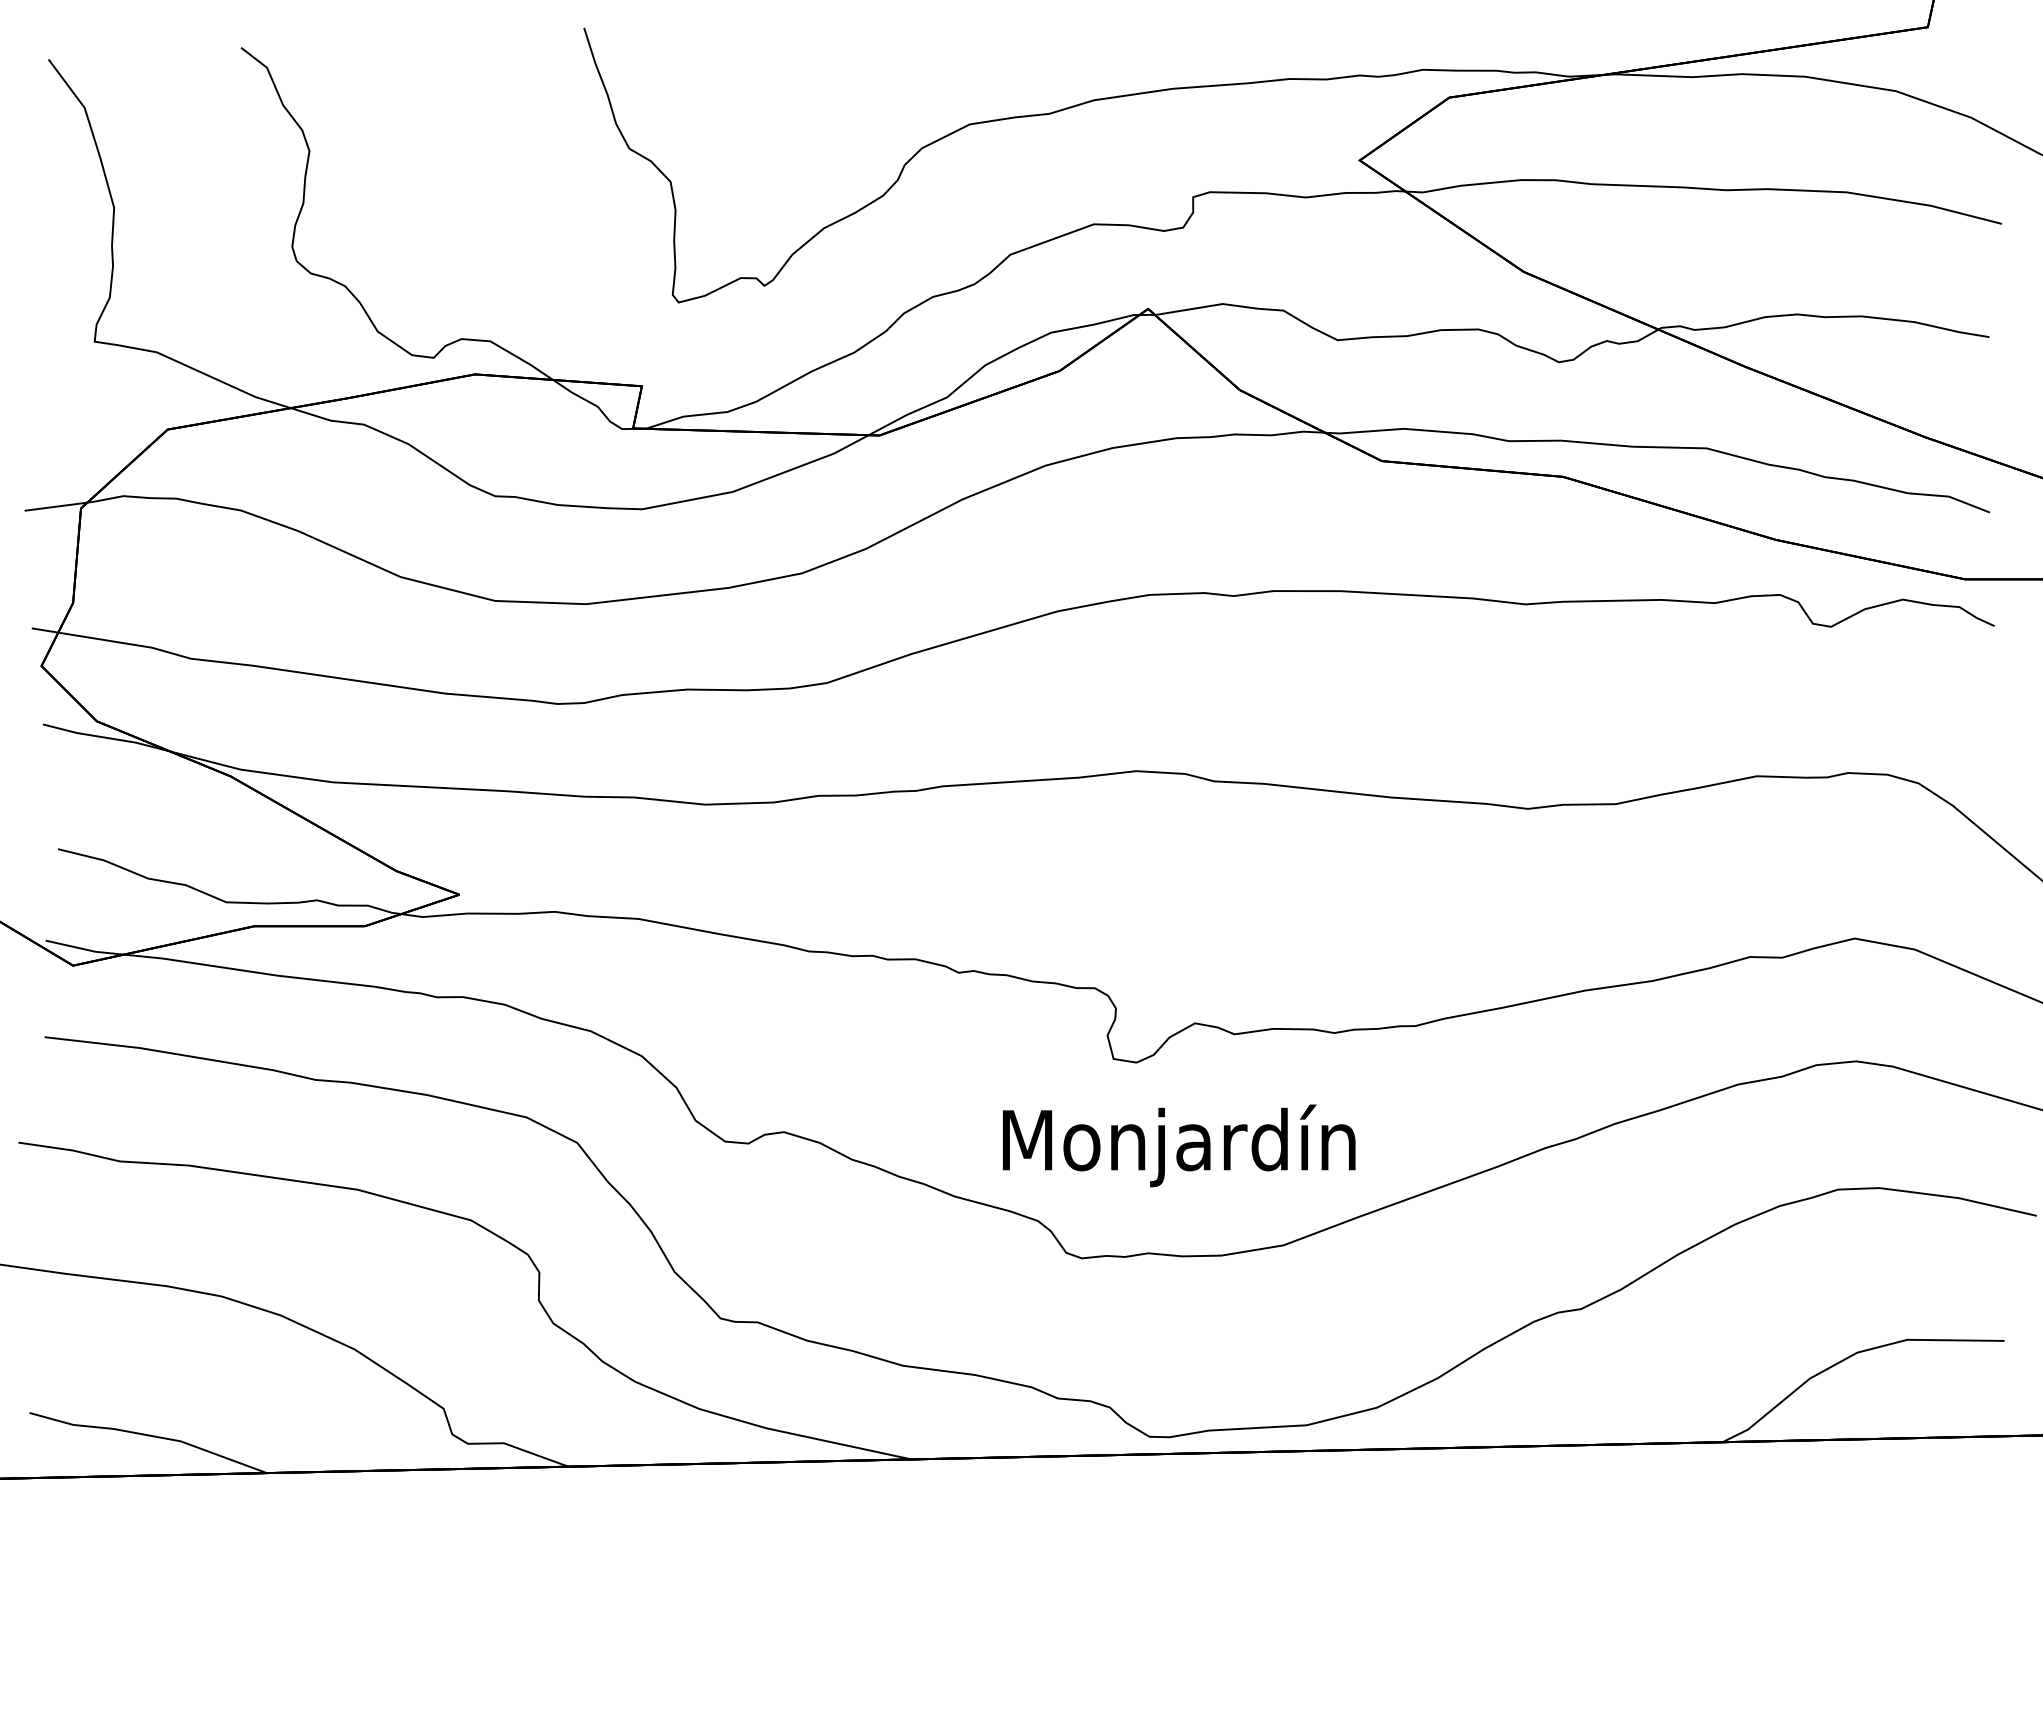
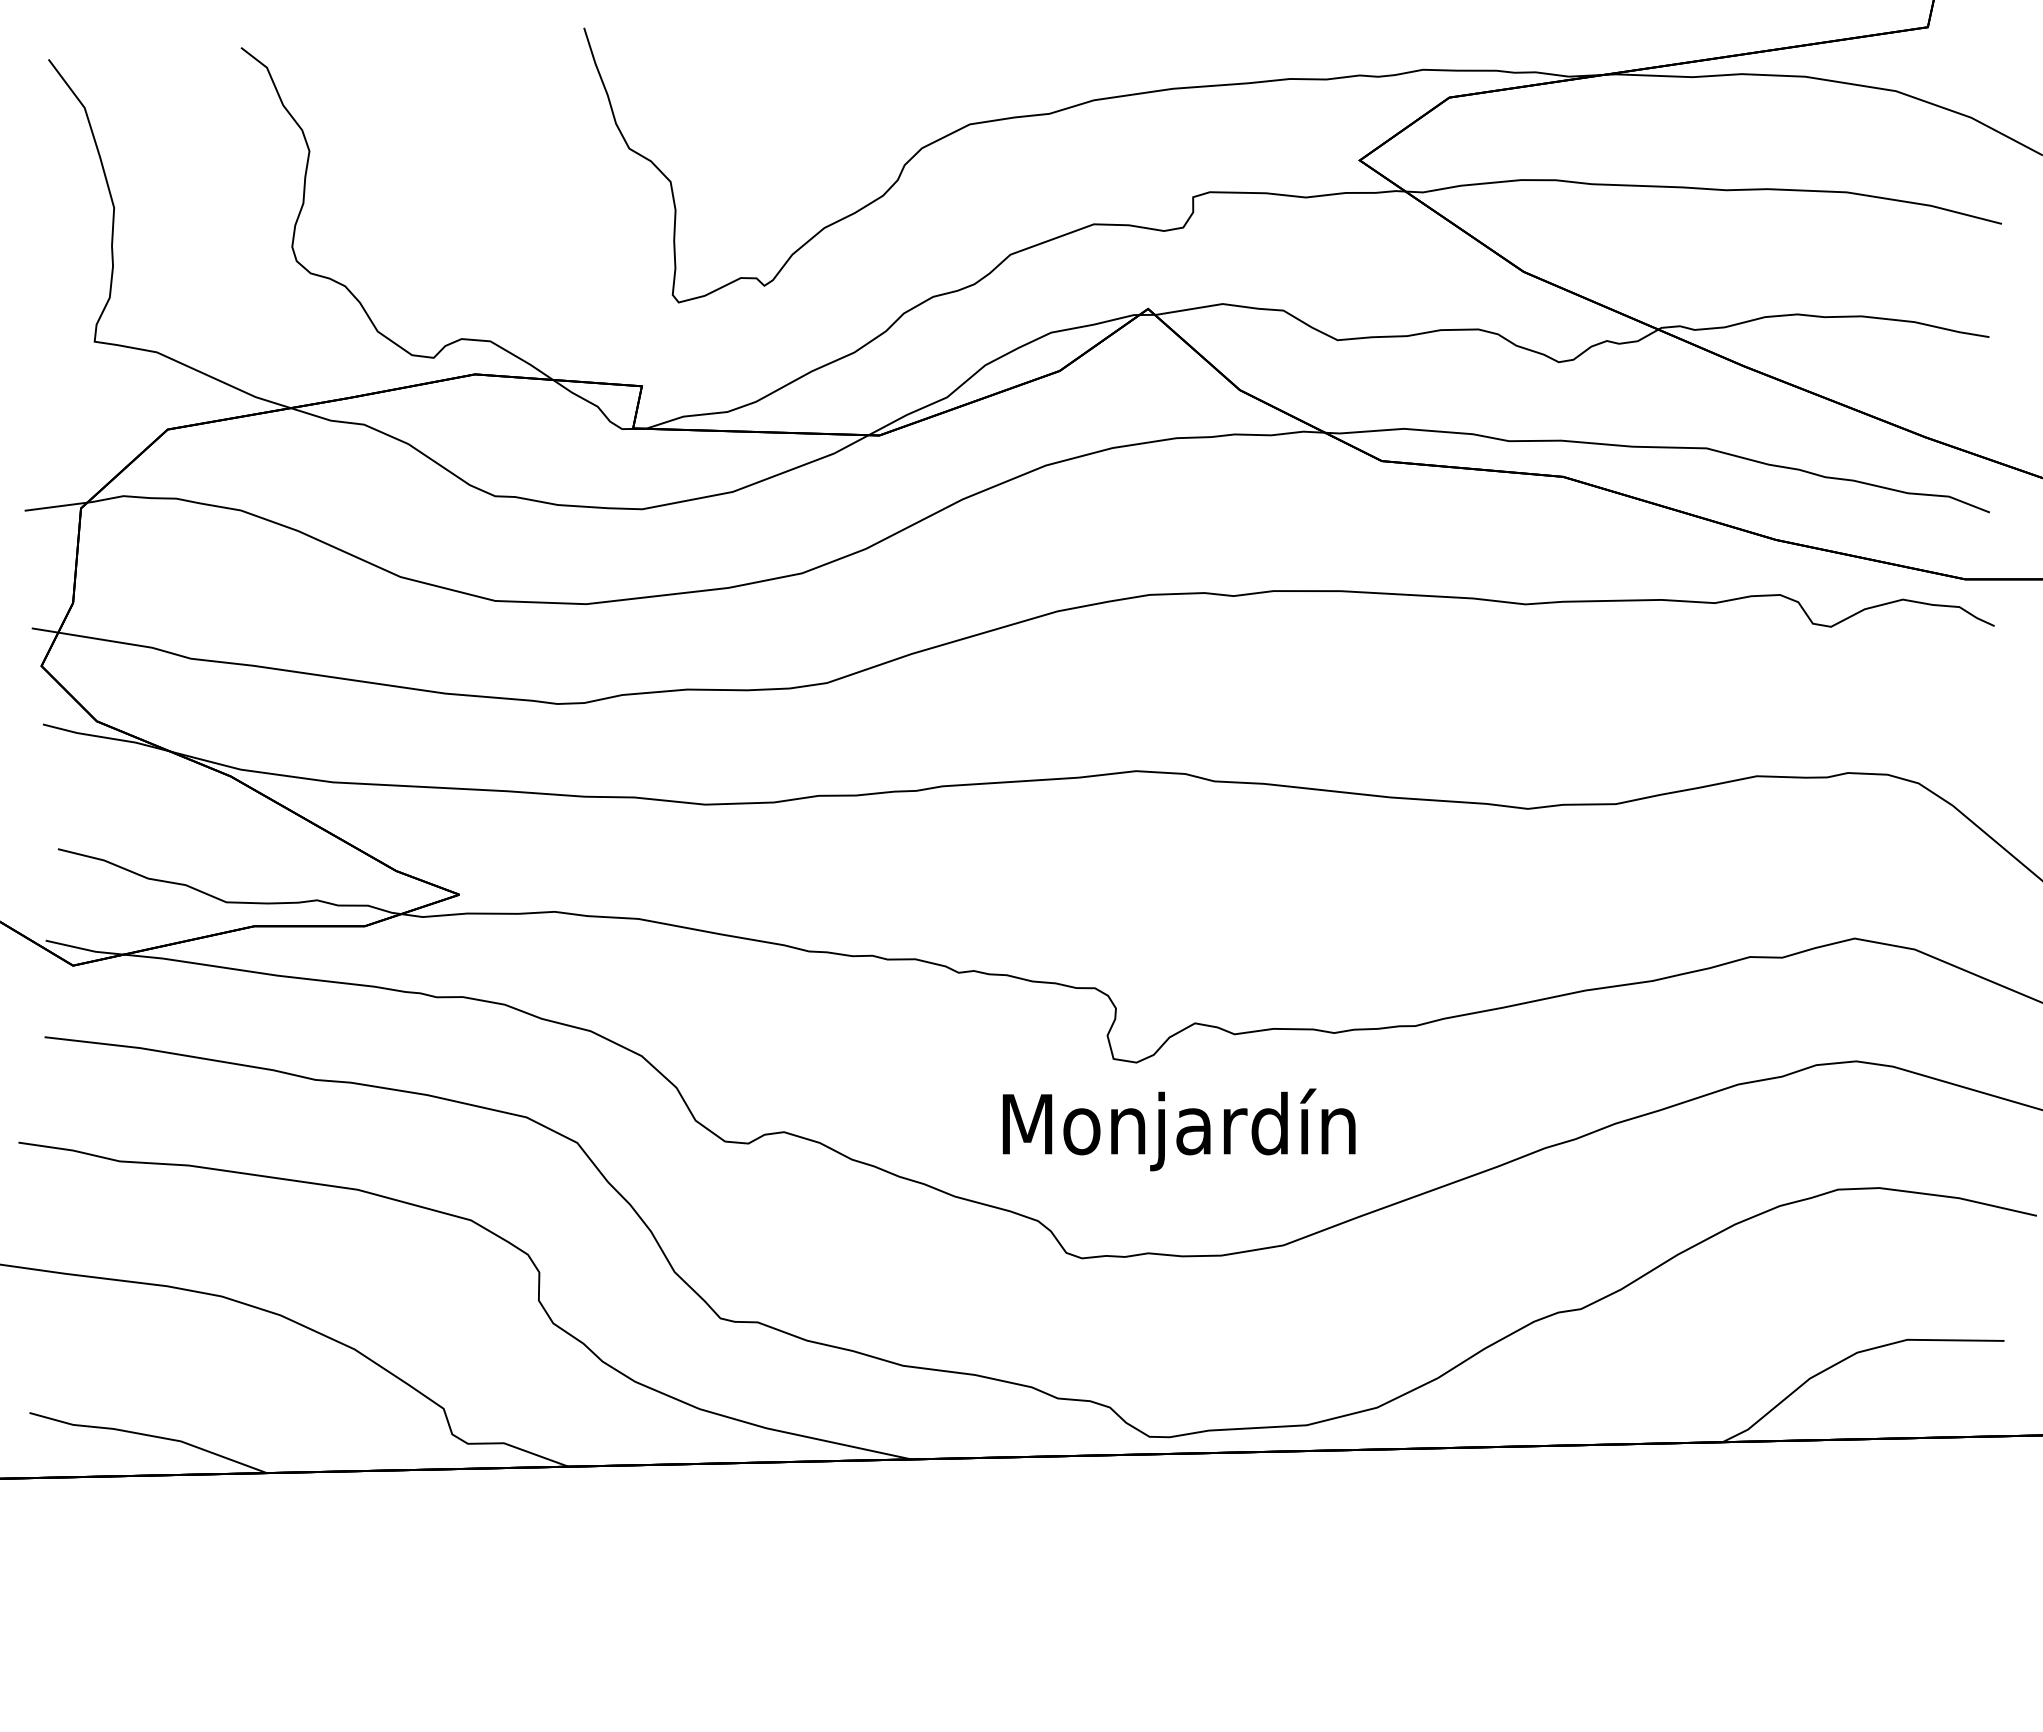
text at (1178, 1145) position: (1178, 1145) -> (1178, 1129)
